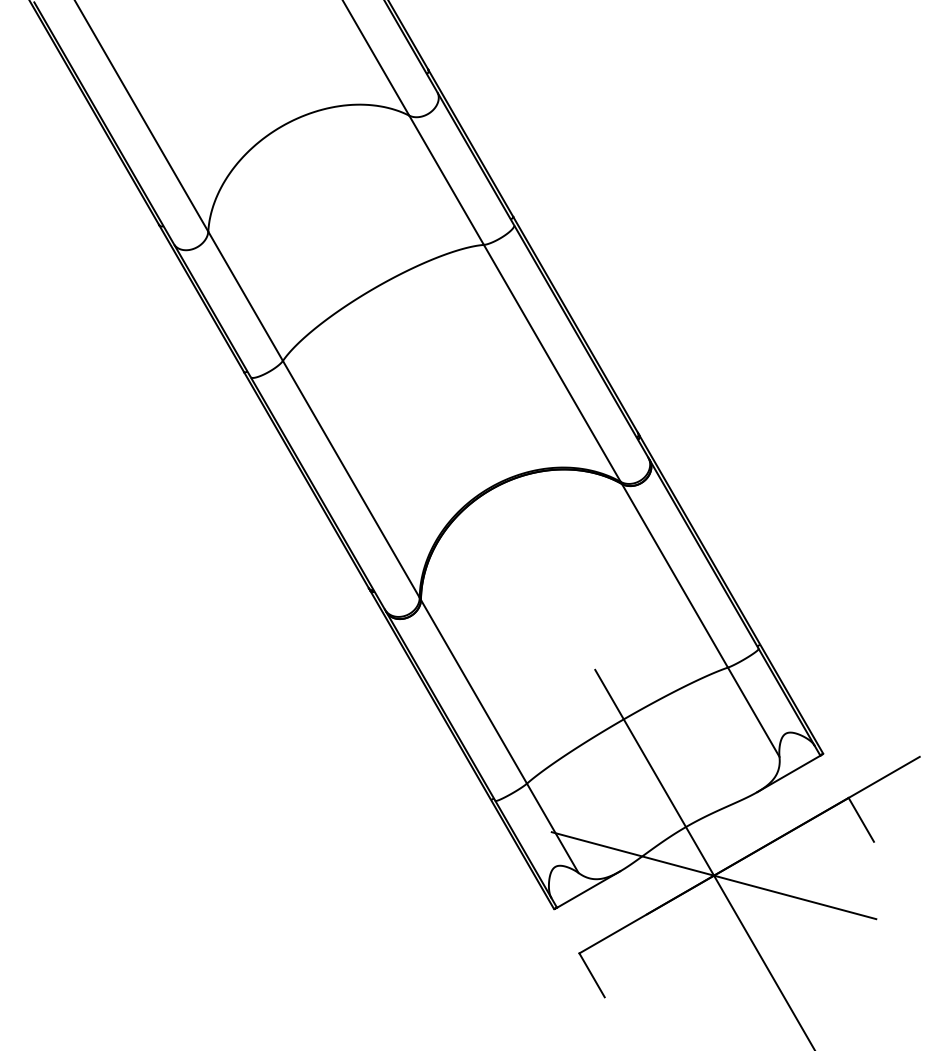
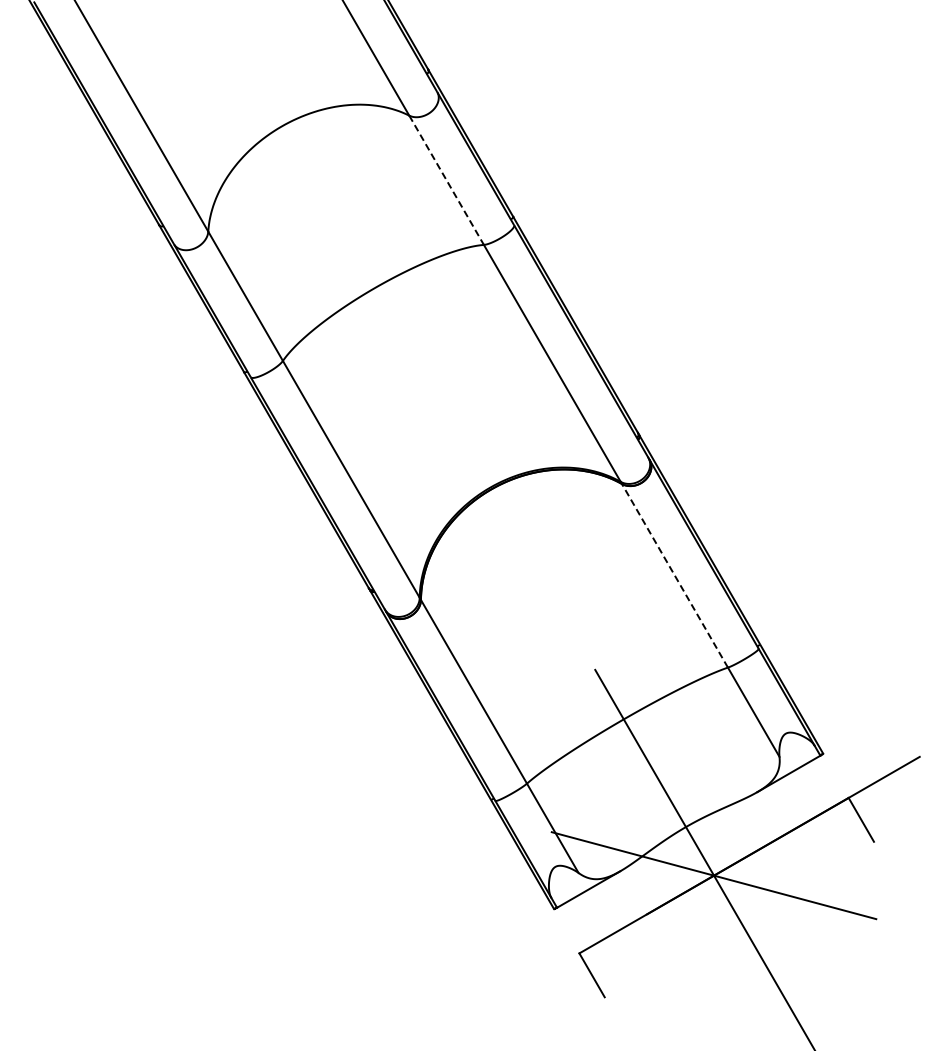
line at (446, 180): solid -> dashed
line at (674, 575): solid -> dashed
